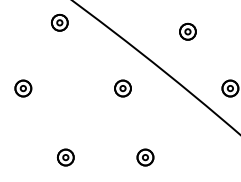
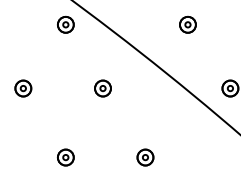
part at (59, 22) position: (59, 22) -> (65, 24)
part at (187, 31) position: (187, 31) -> (187, 24)
part at (122, 88) position: (122, 88) -> (102, 88)
